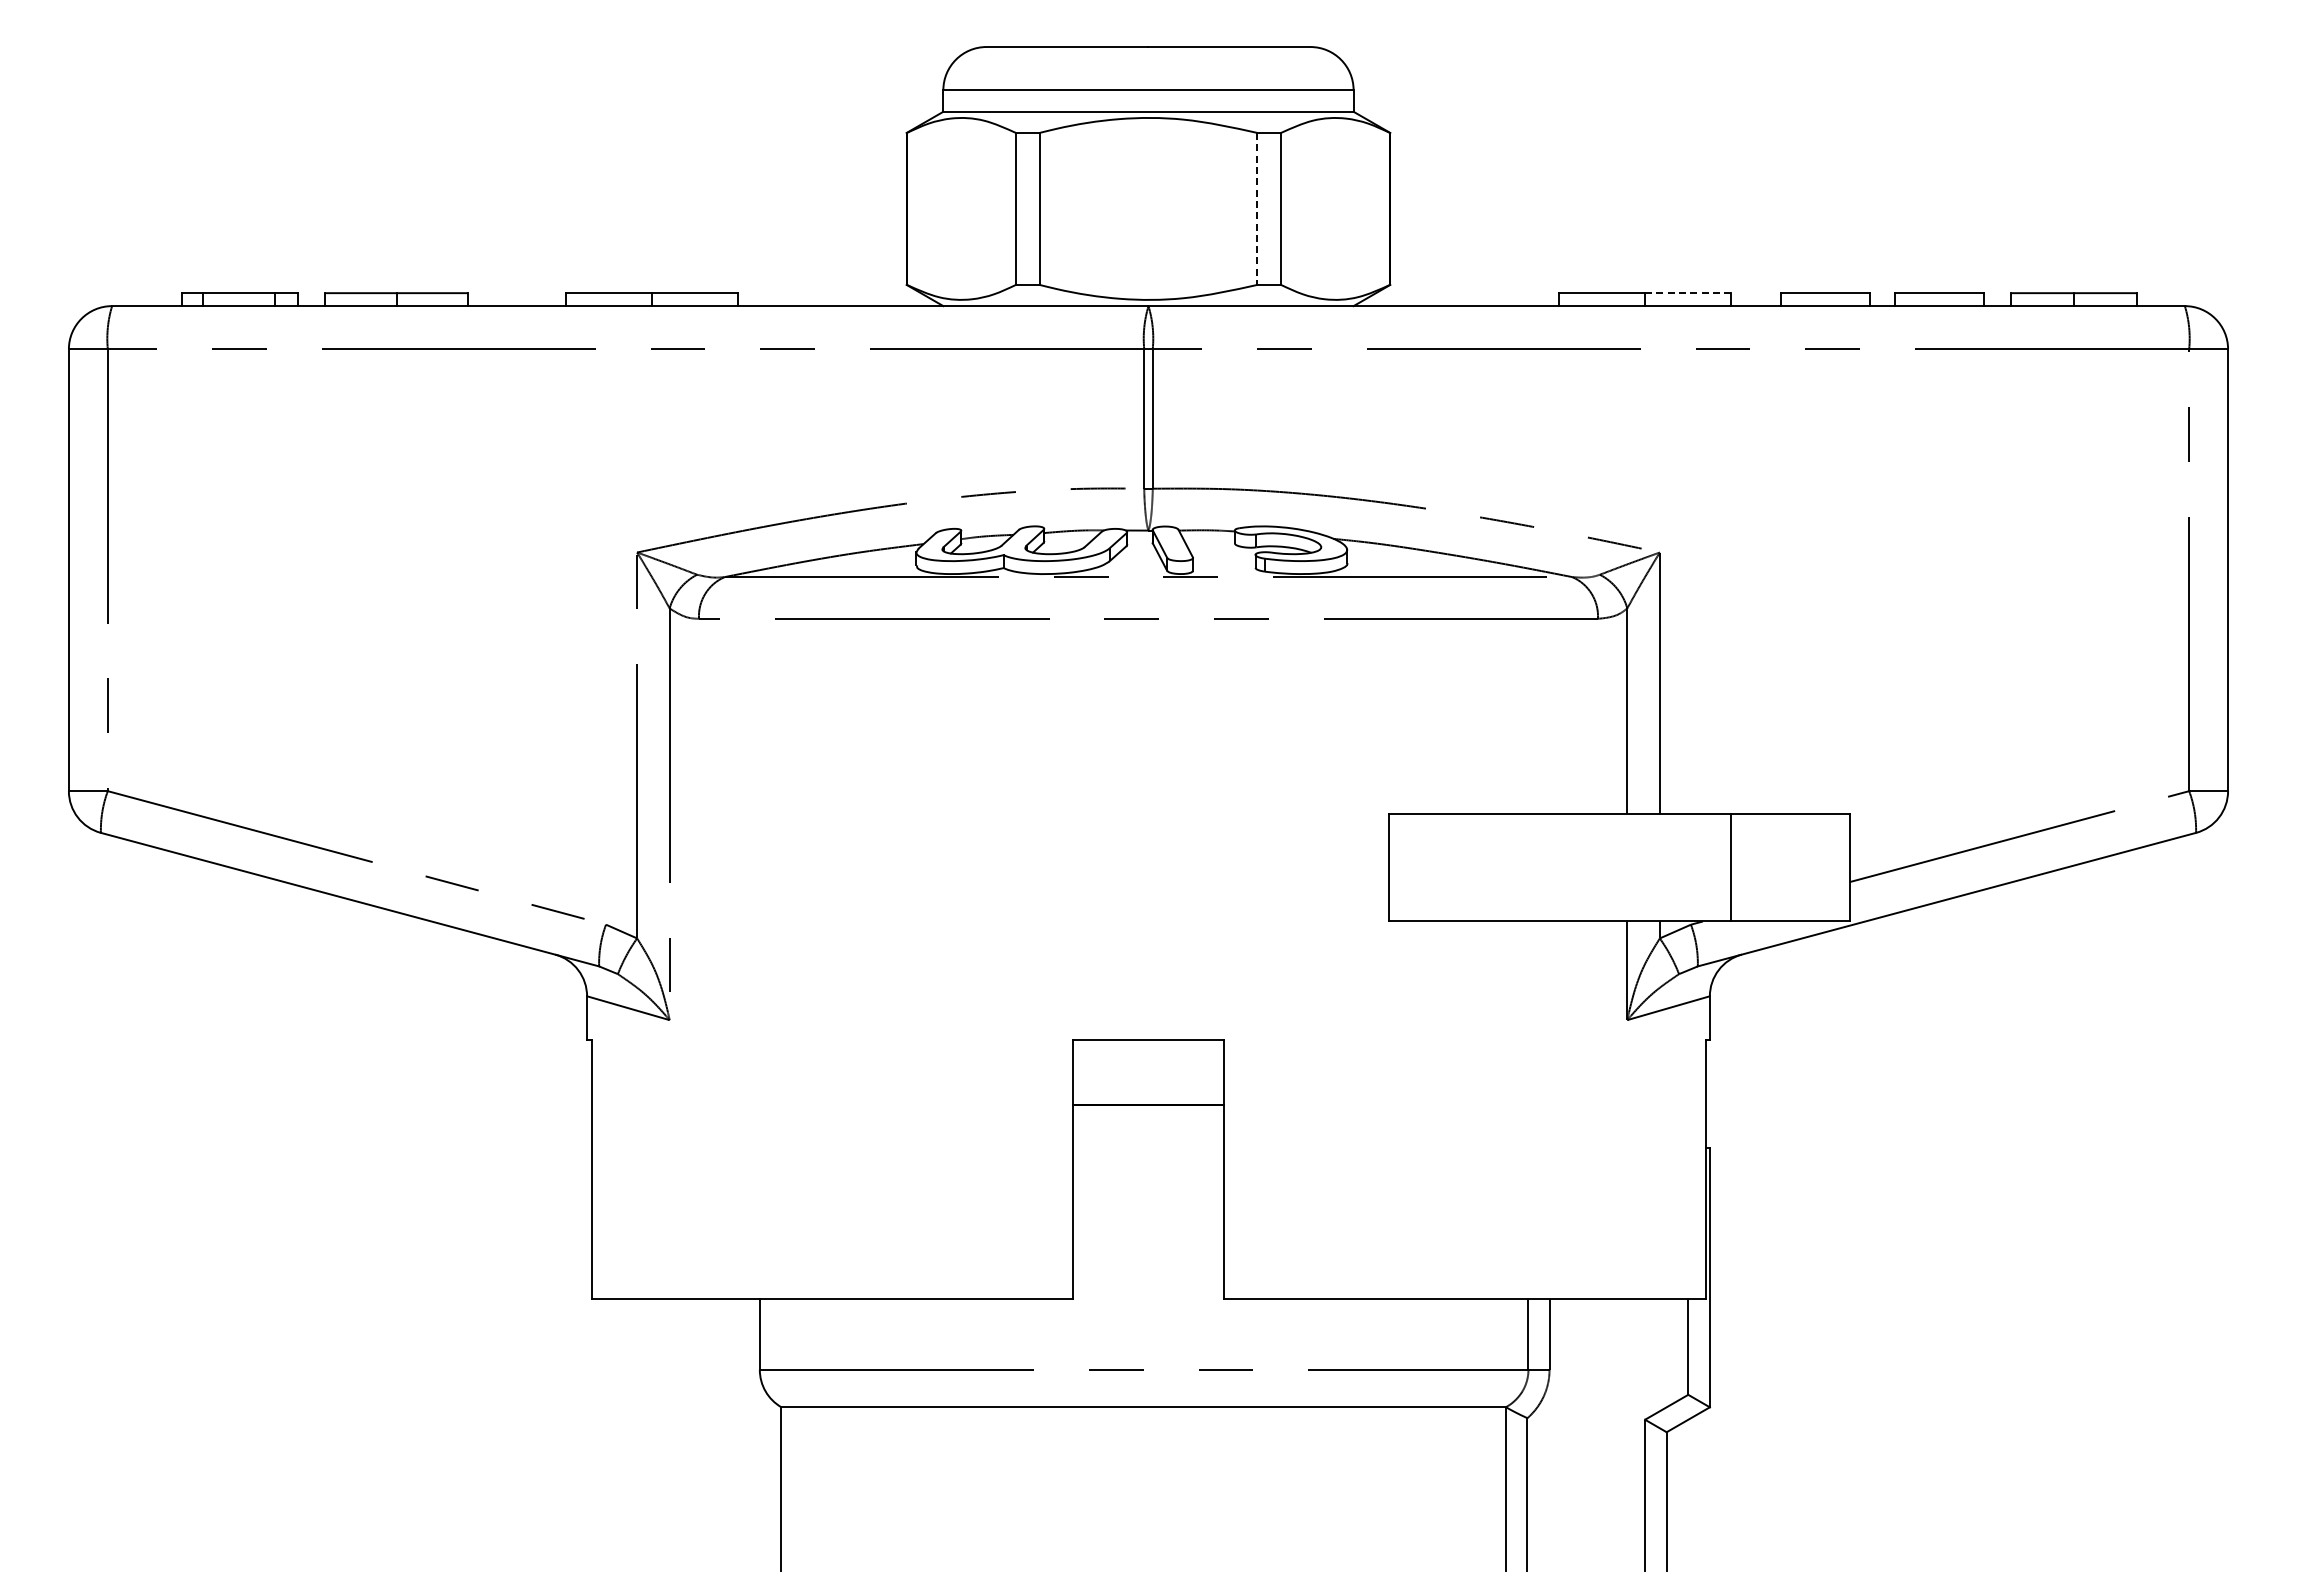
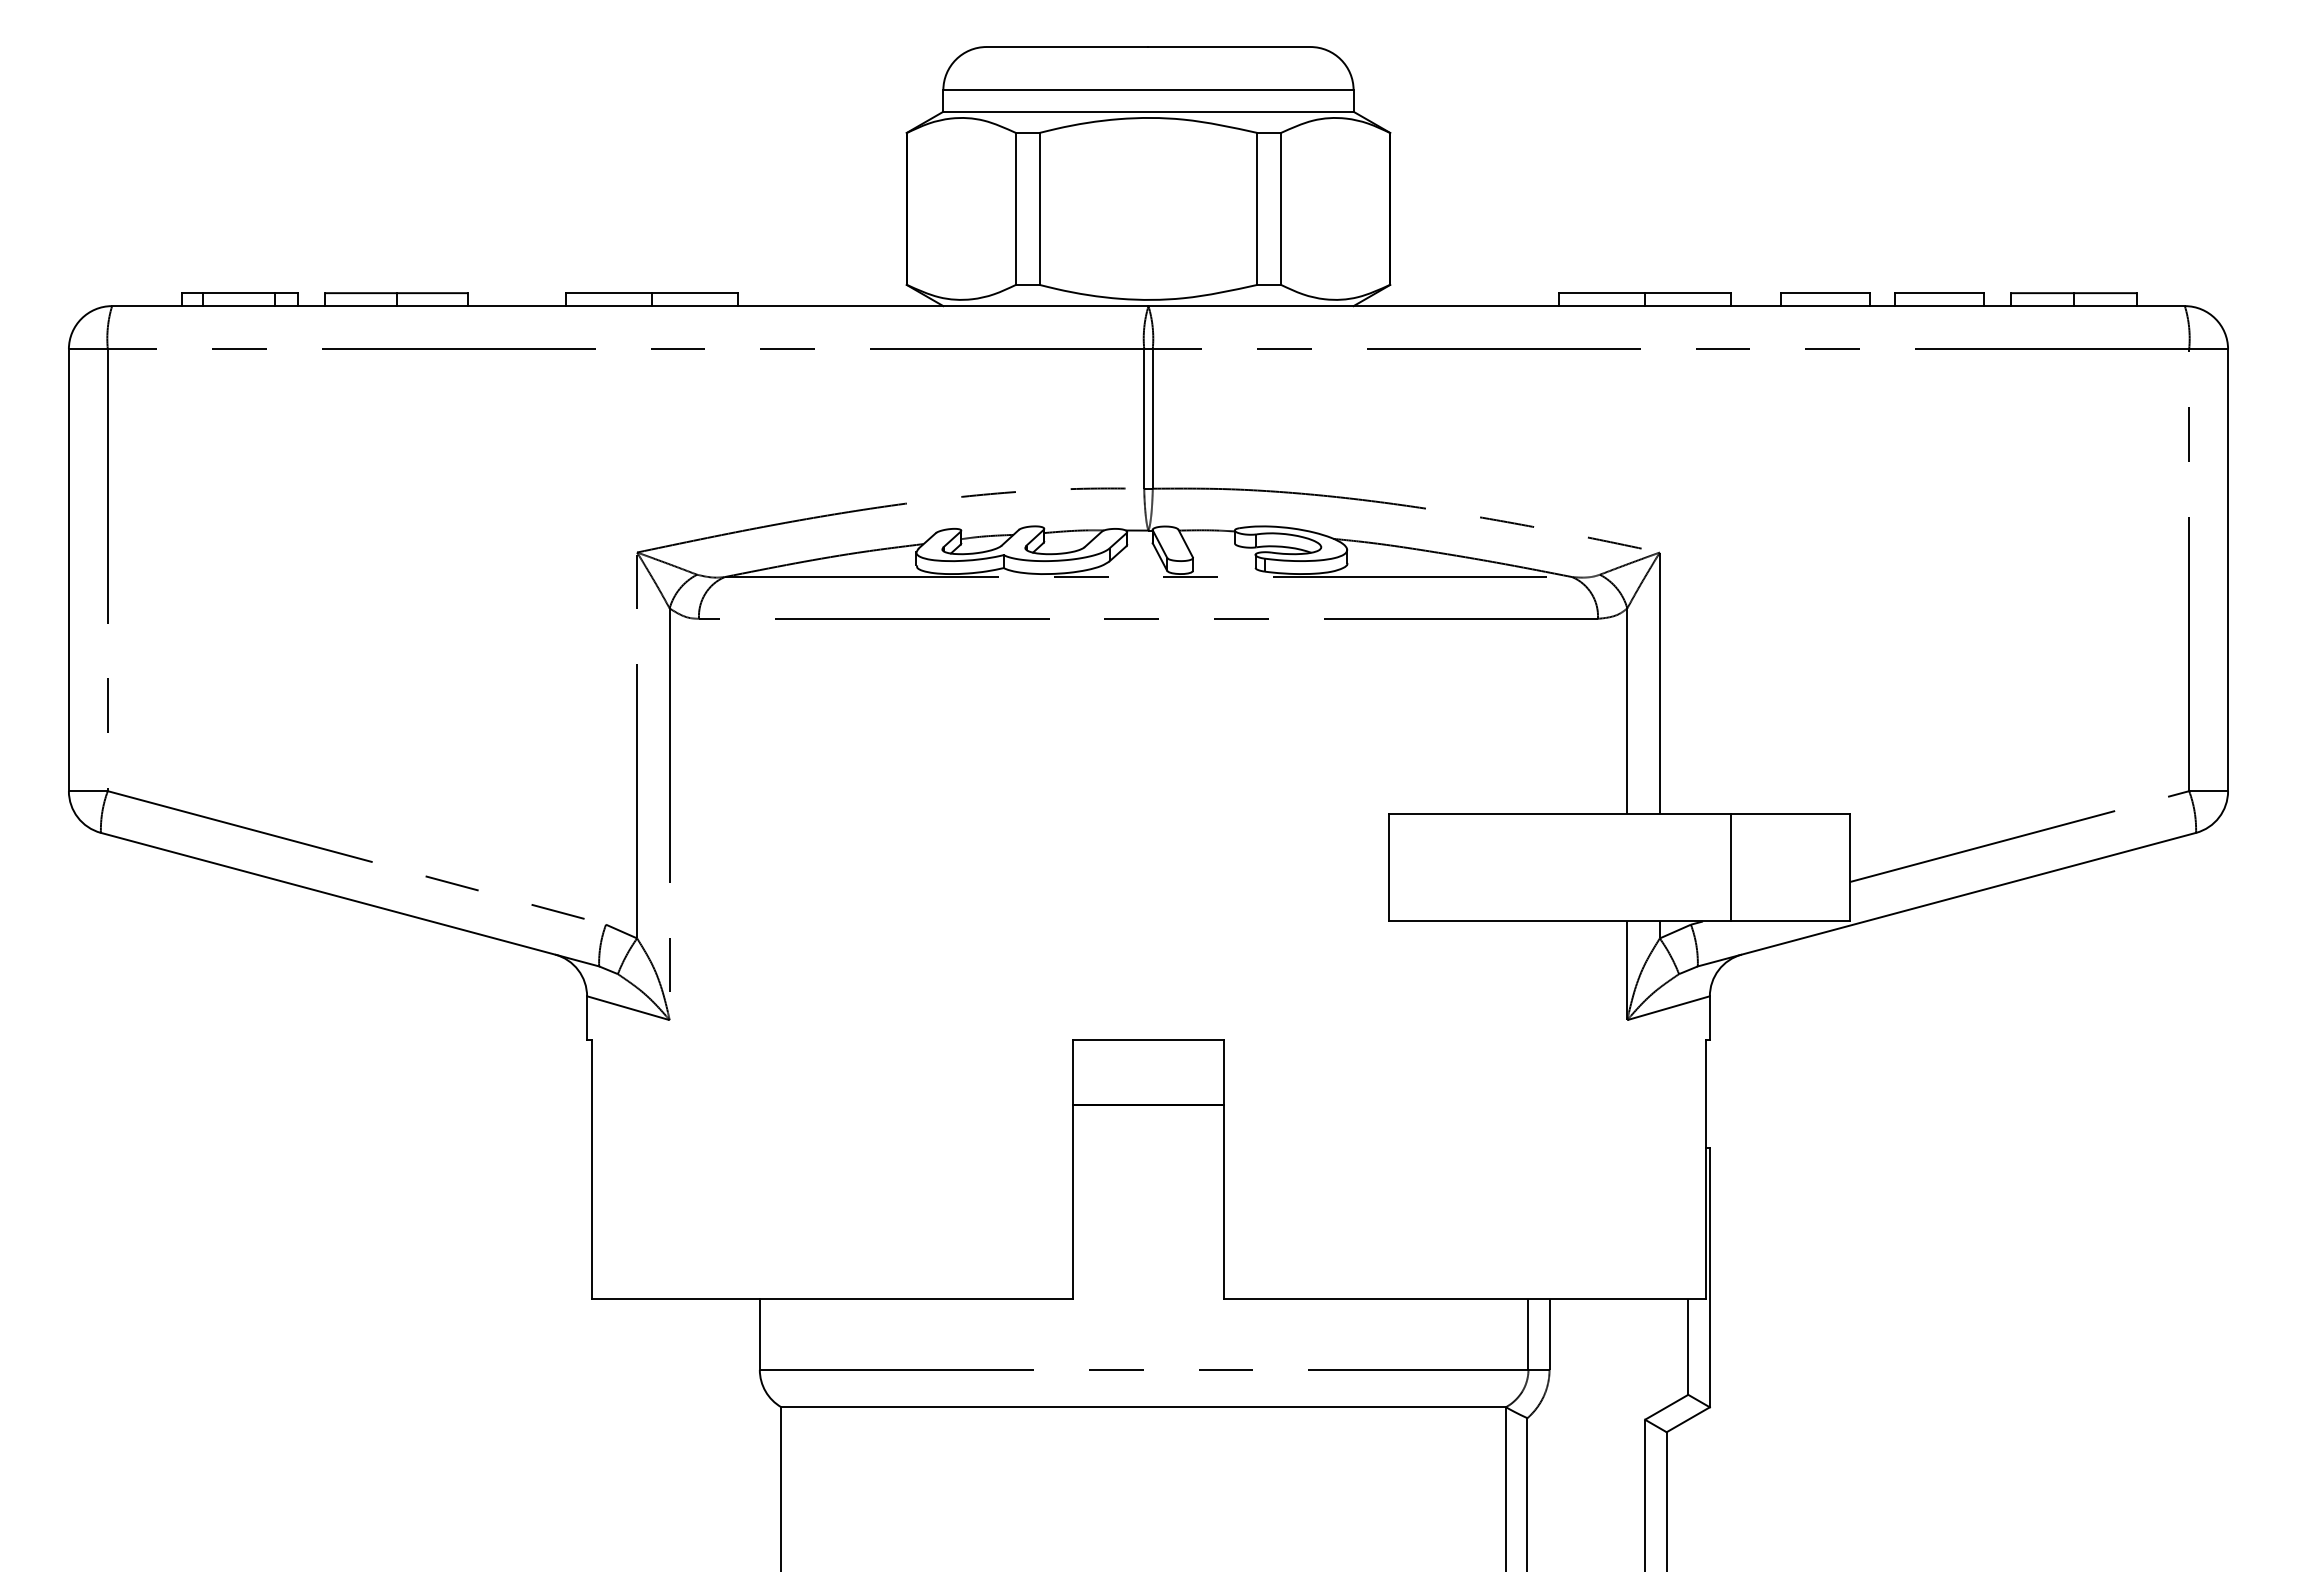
line at (1257, 208): dashed -> solid
line at (1688, 293): dashed -> solid
